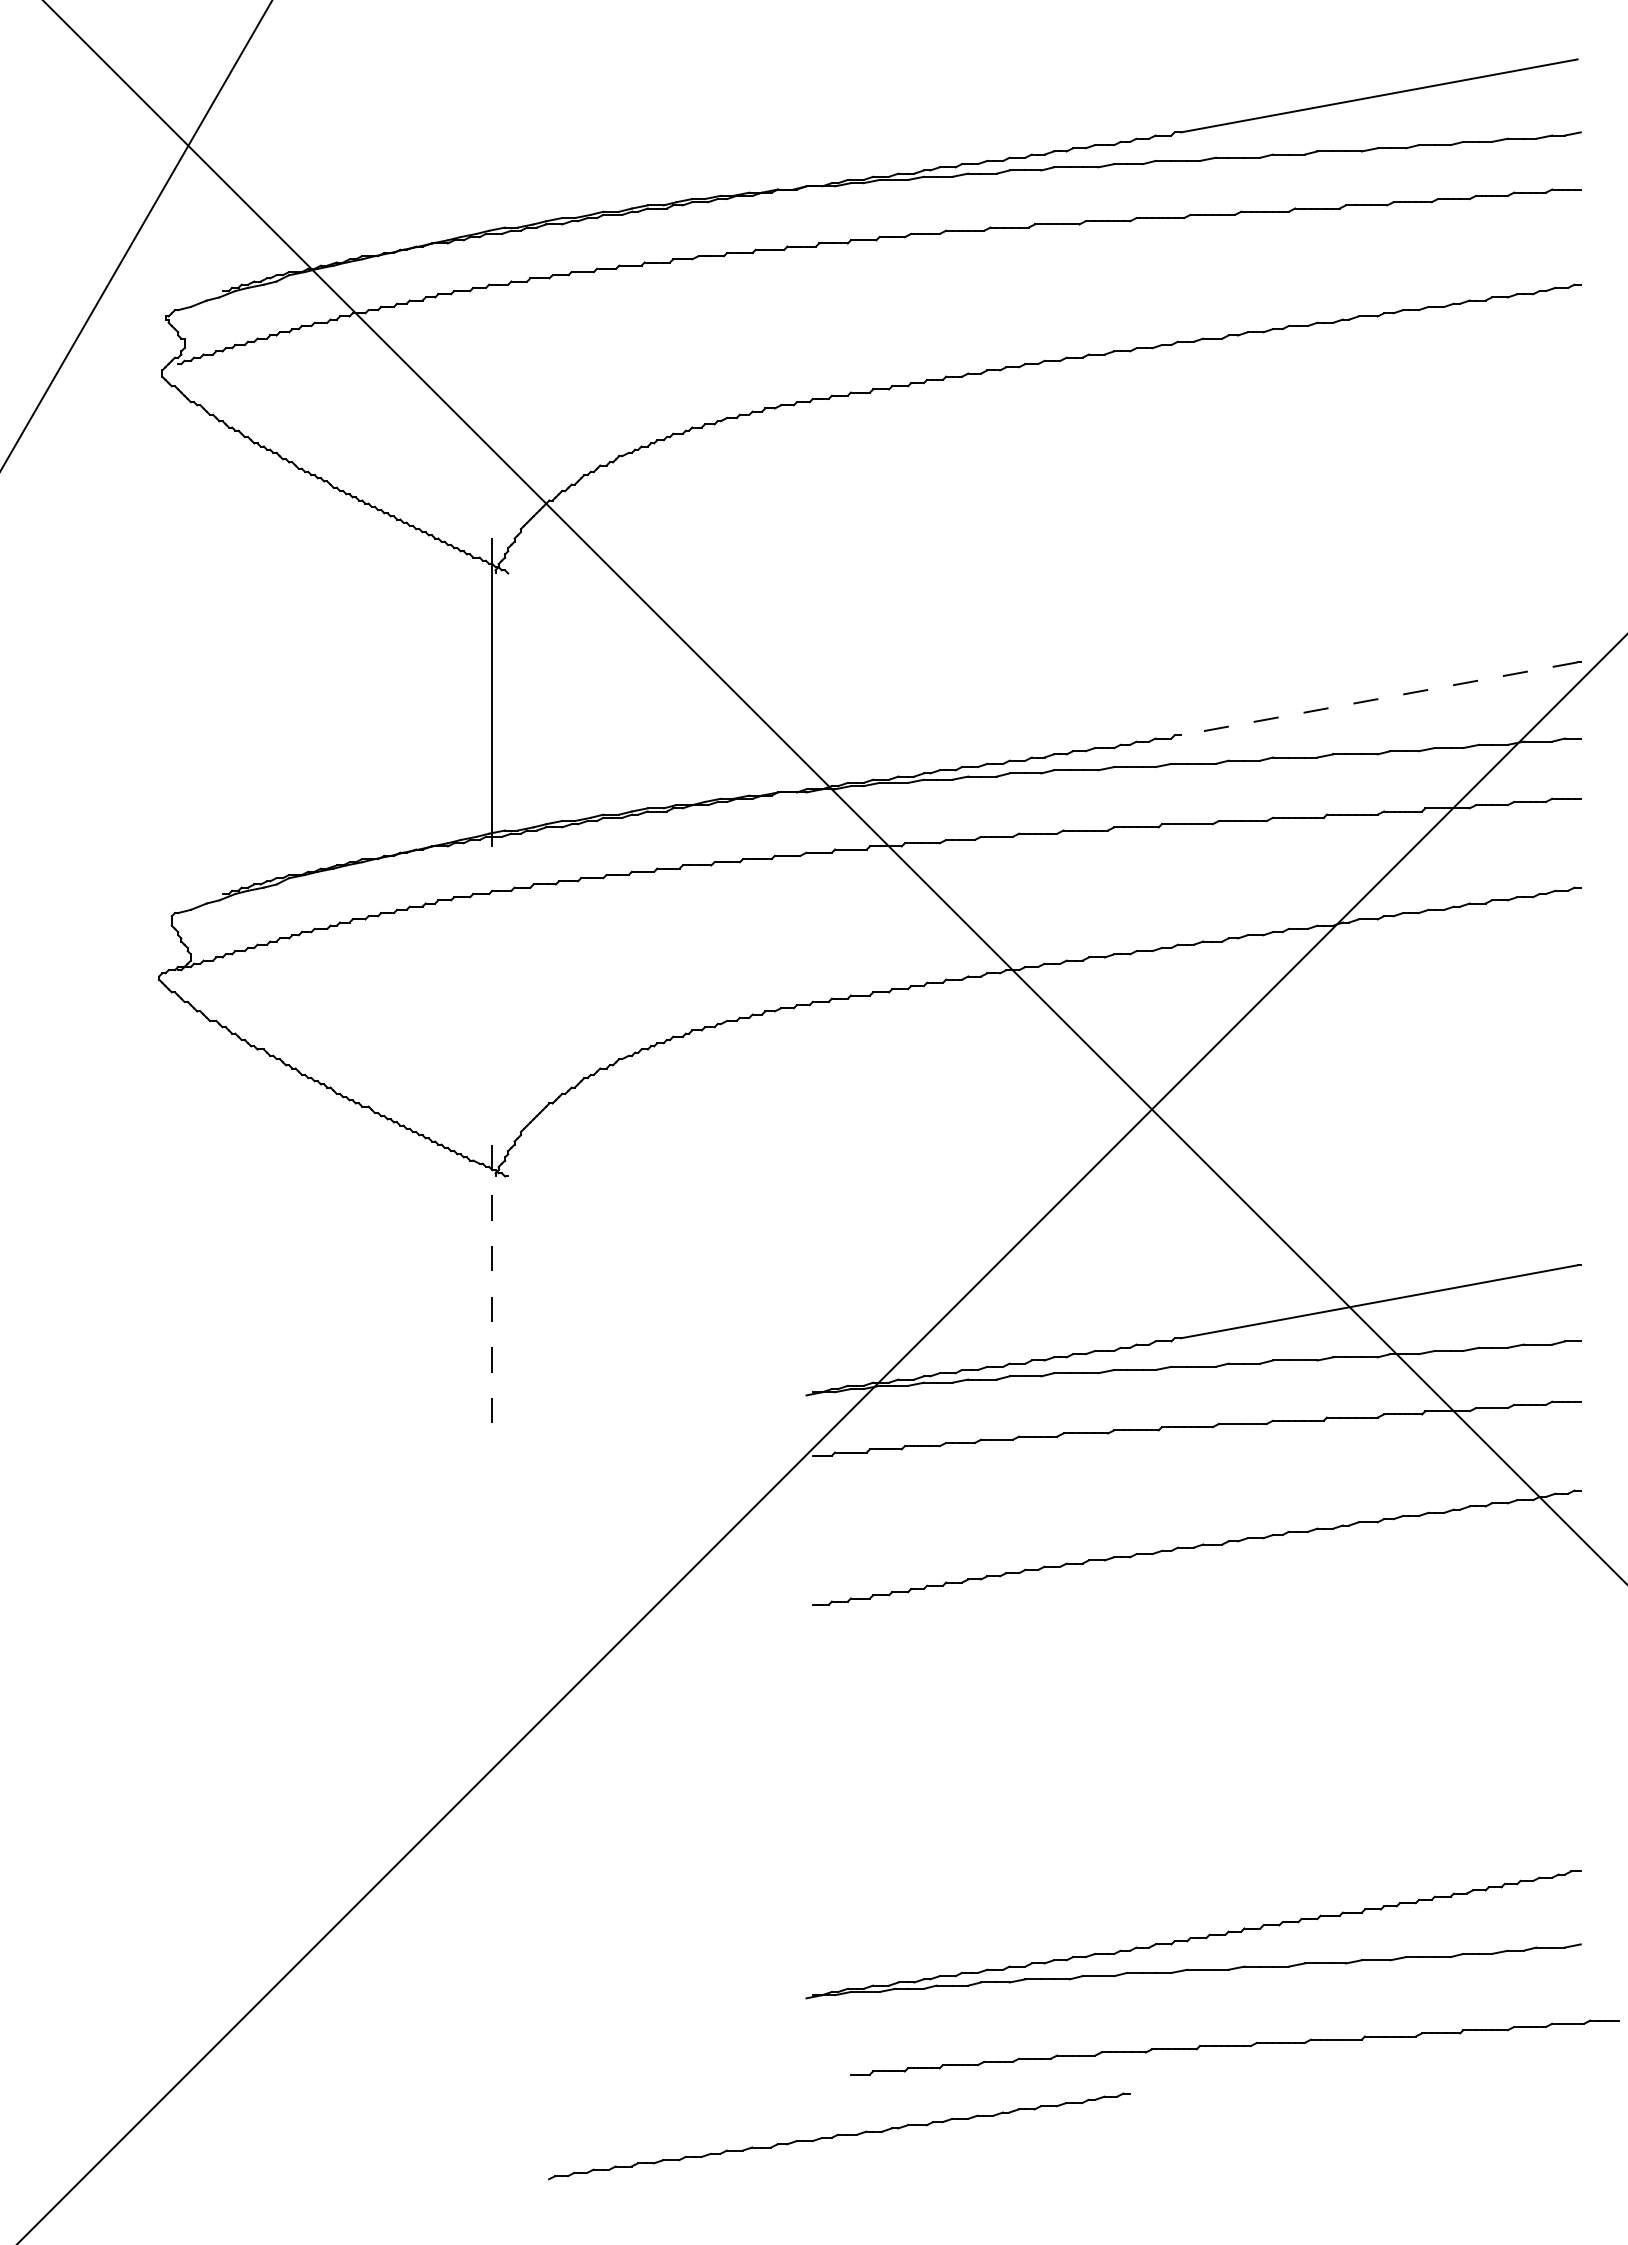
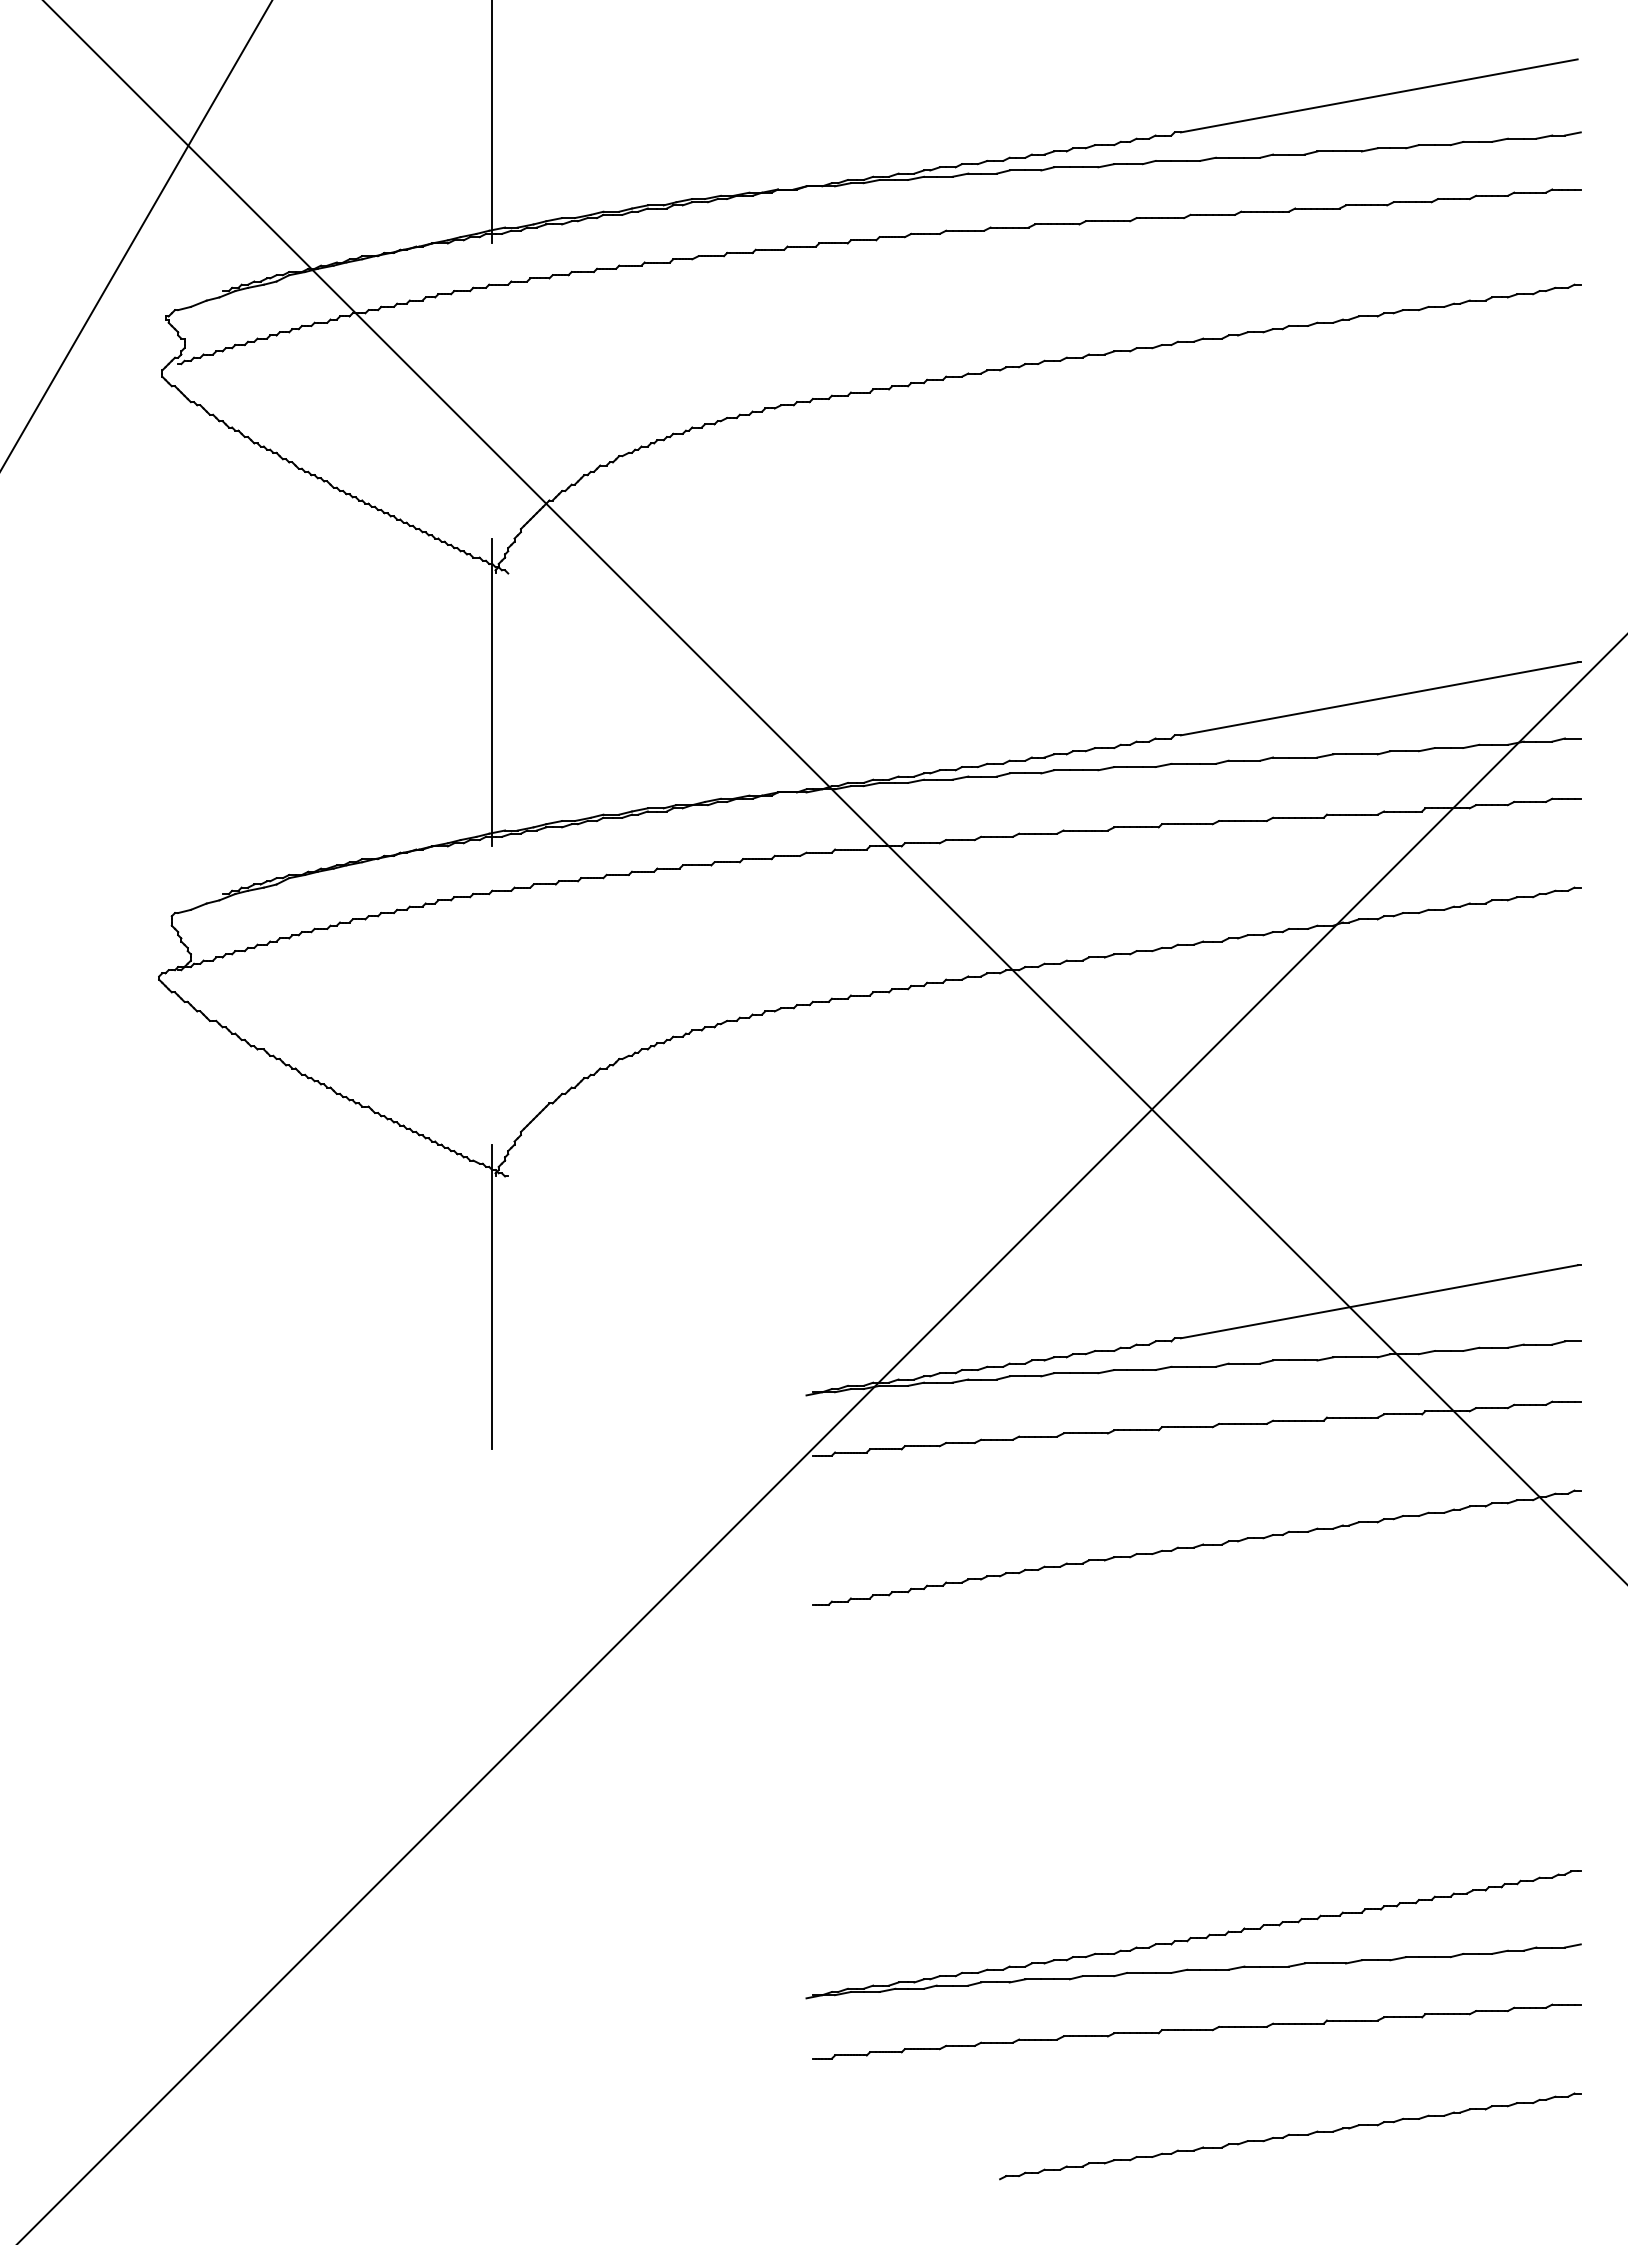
line at (492, 122): none -> present
line at (1379, 698): dashed -> solid
line at (492, 1297): dashed -> solid
part at (1234, 2047) position: (1234, 2047) -> (1196, 2031)
part at (839, 2136) position: (839, 2136) -> (1290, 2136)
